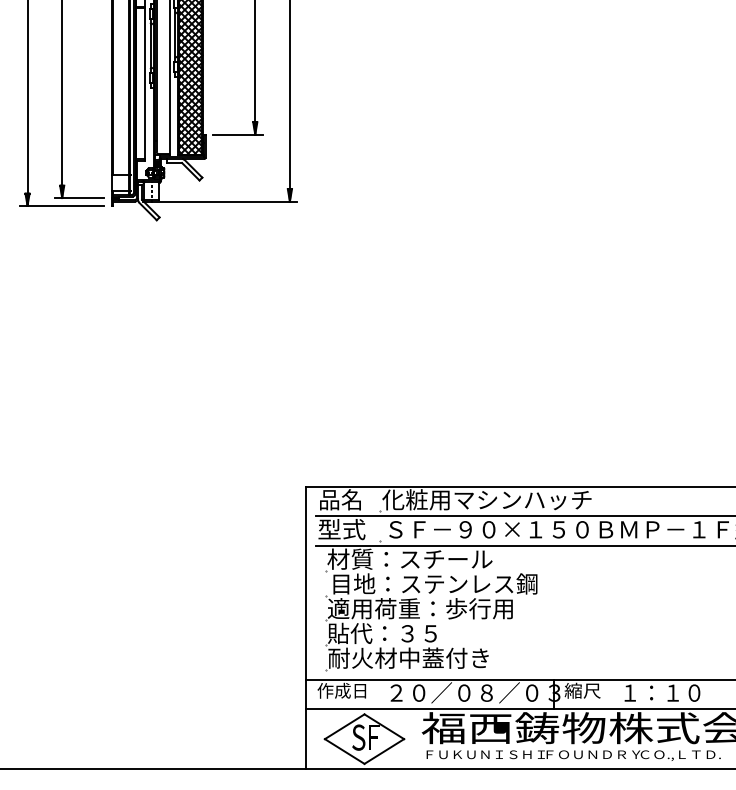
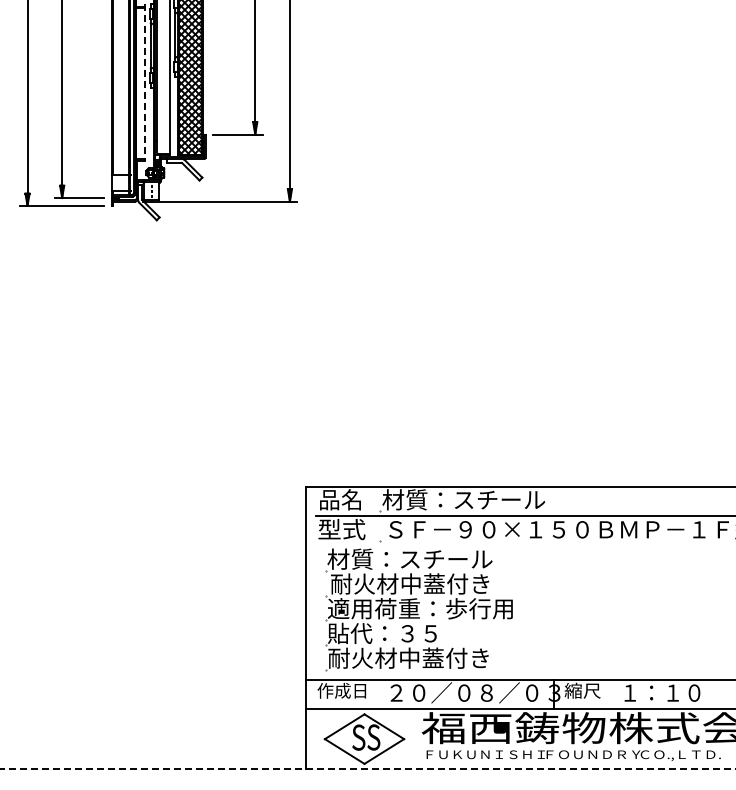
line at (144, 81): solid -> dashed
text at (486, 499): 化粧用マシンハッチ -> 材質：スチール
line at (524, 546): present -> none
text at (434, 583): 目地：ステンレス鋼 -> 耐火材中蓋付き
text at (373, 737): F -> S
line at (368, 768): solid -> dashed
